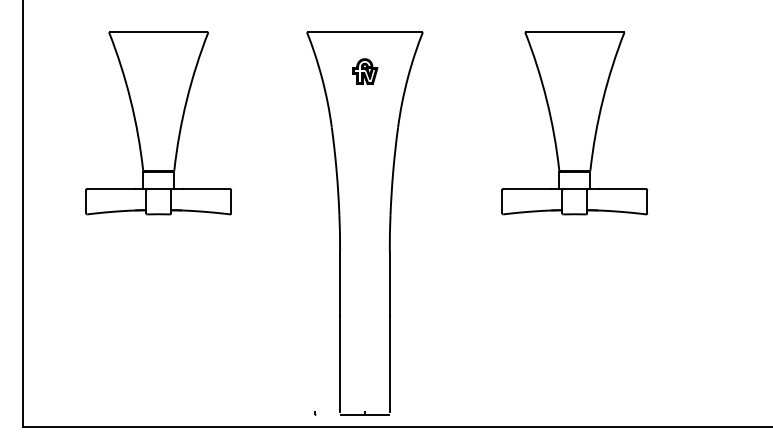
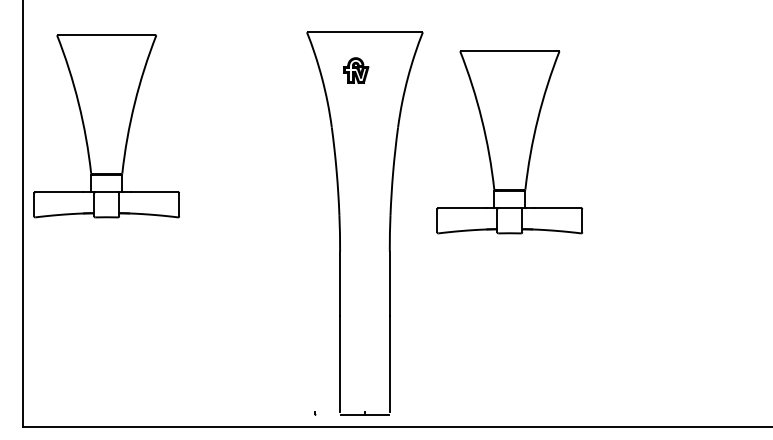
part at (365, 71) position: (365, 71) -> (356, 70)
part at (158, 123) position: (158, 123) -> (106, 126)
part at (574, 123) position: (574, 123) -> (509, 142)
